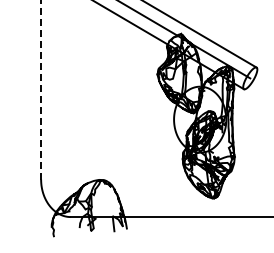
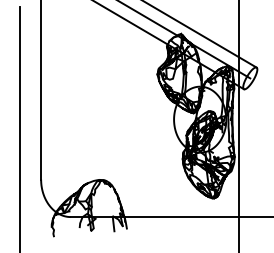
line at (41, 89): dashed -> solid
line at (239, 125): none -> present
line at (19, 128): none -> present
